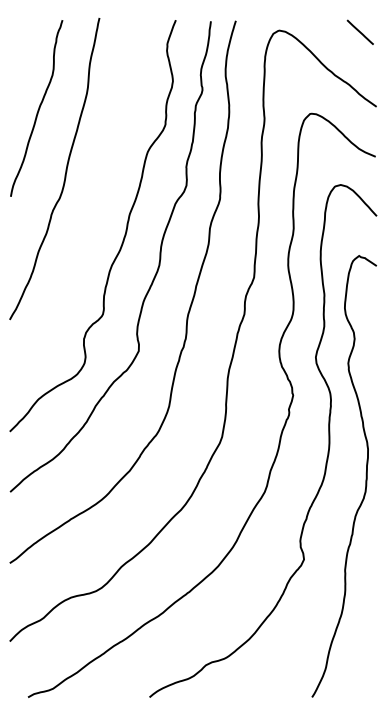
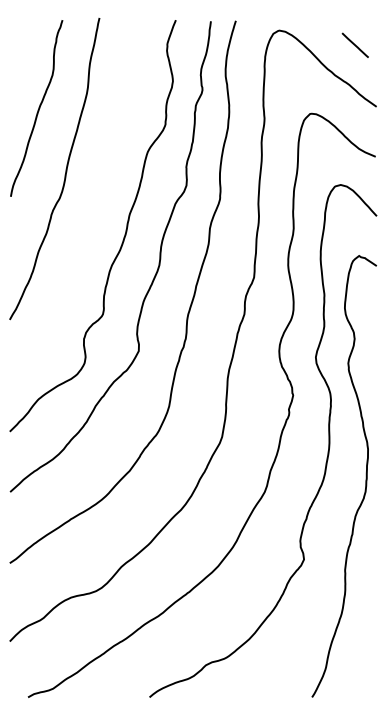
line at (359, 31) position: (359, 31) -> (354, 44)
